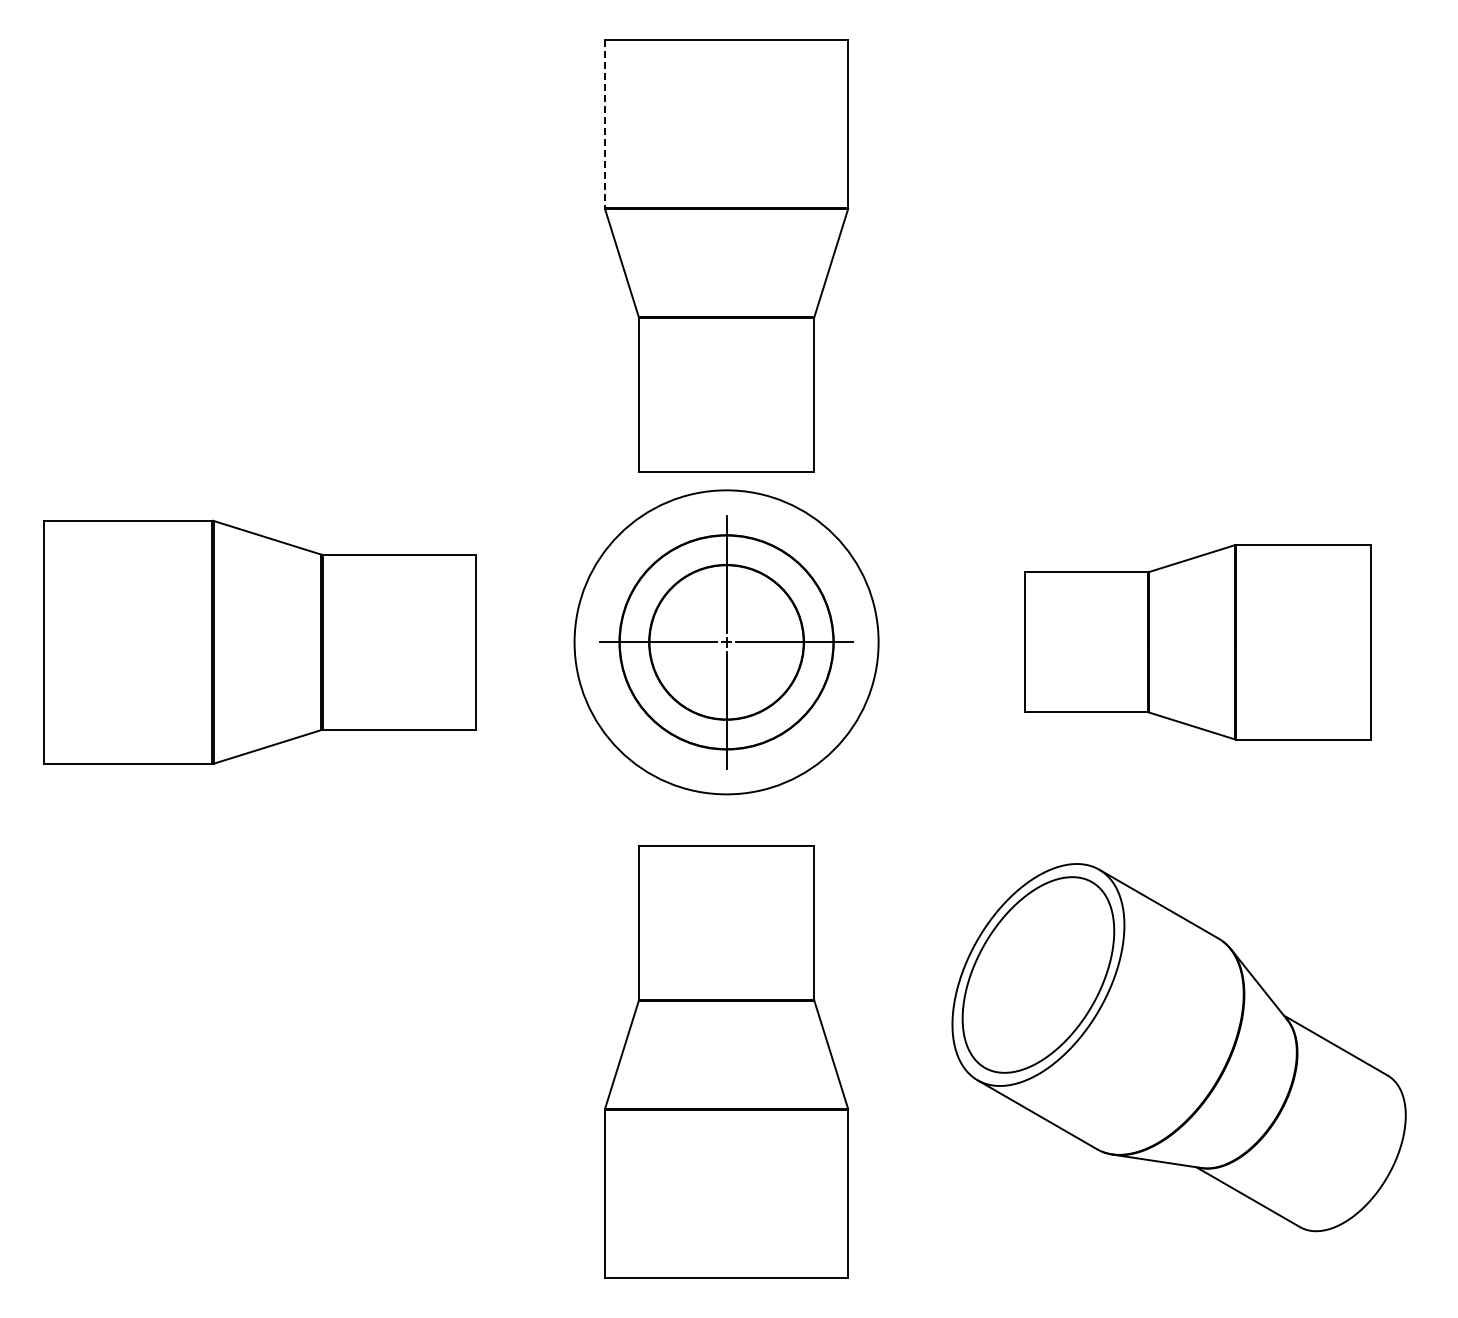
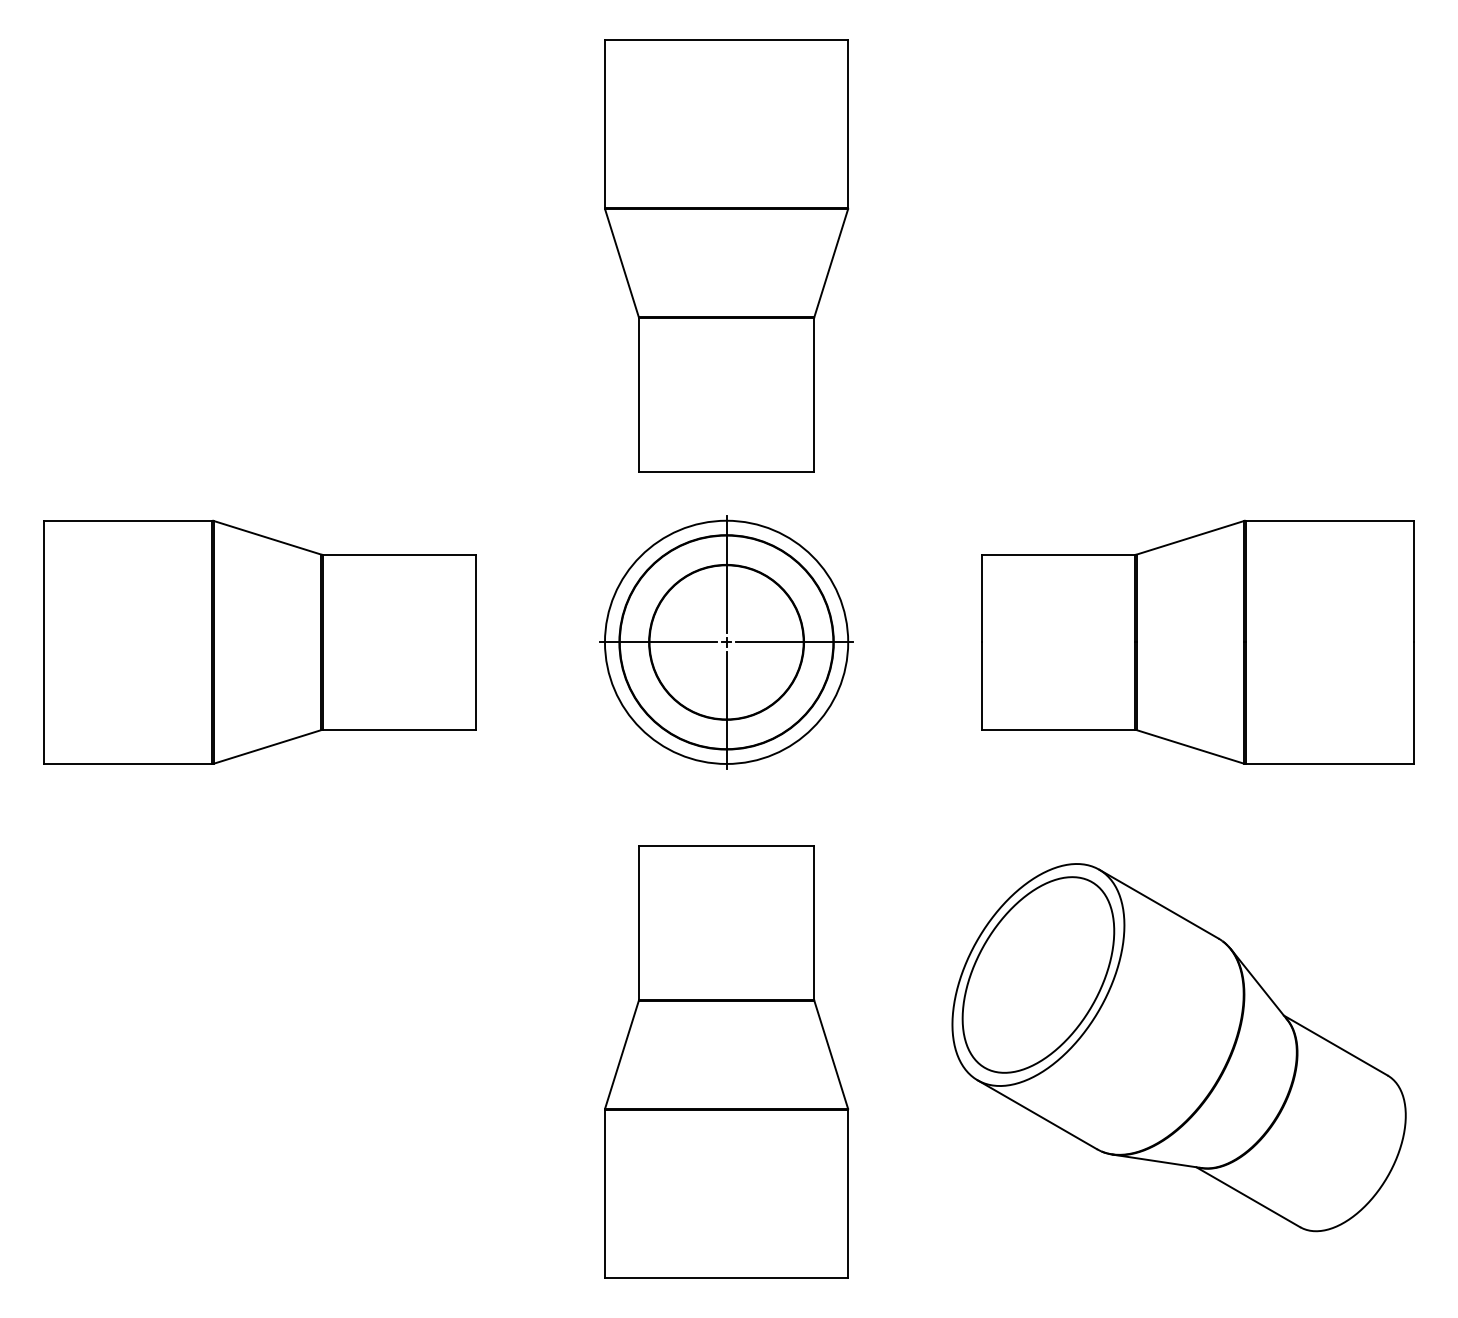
line at (604, 124): dashed -> solid
circle at (726, 642) diameter: 304 px -> 243 px
part at (1197, 642) size: 348x197 px -> 434x246 px
